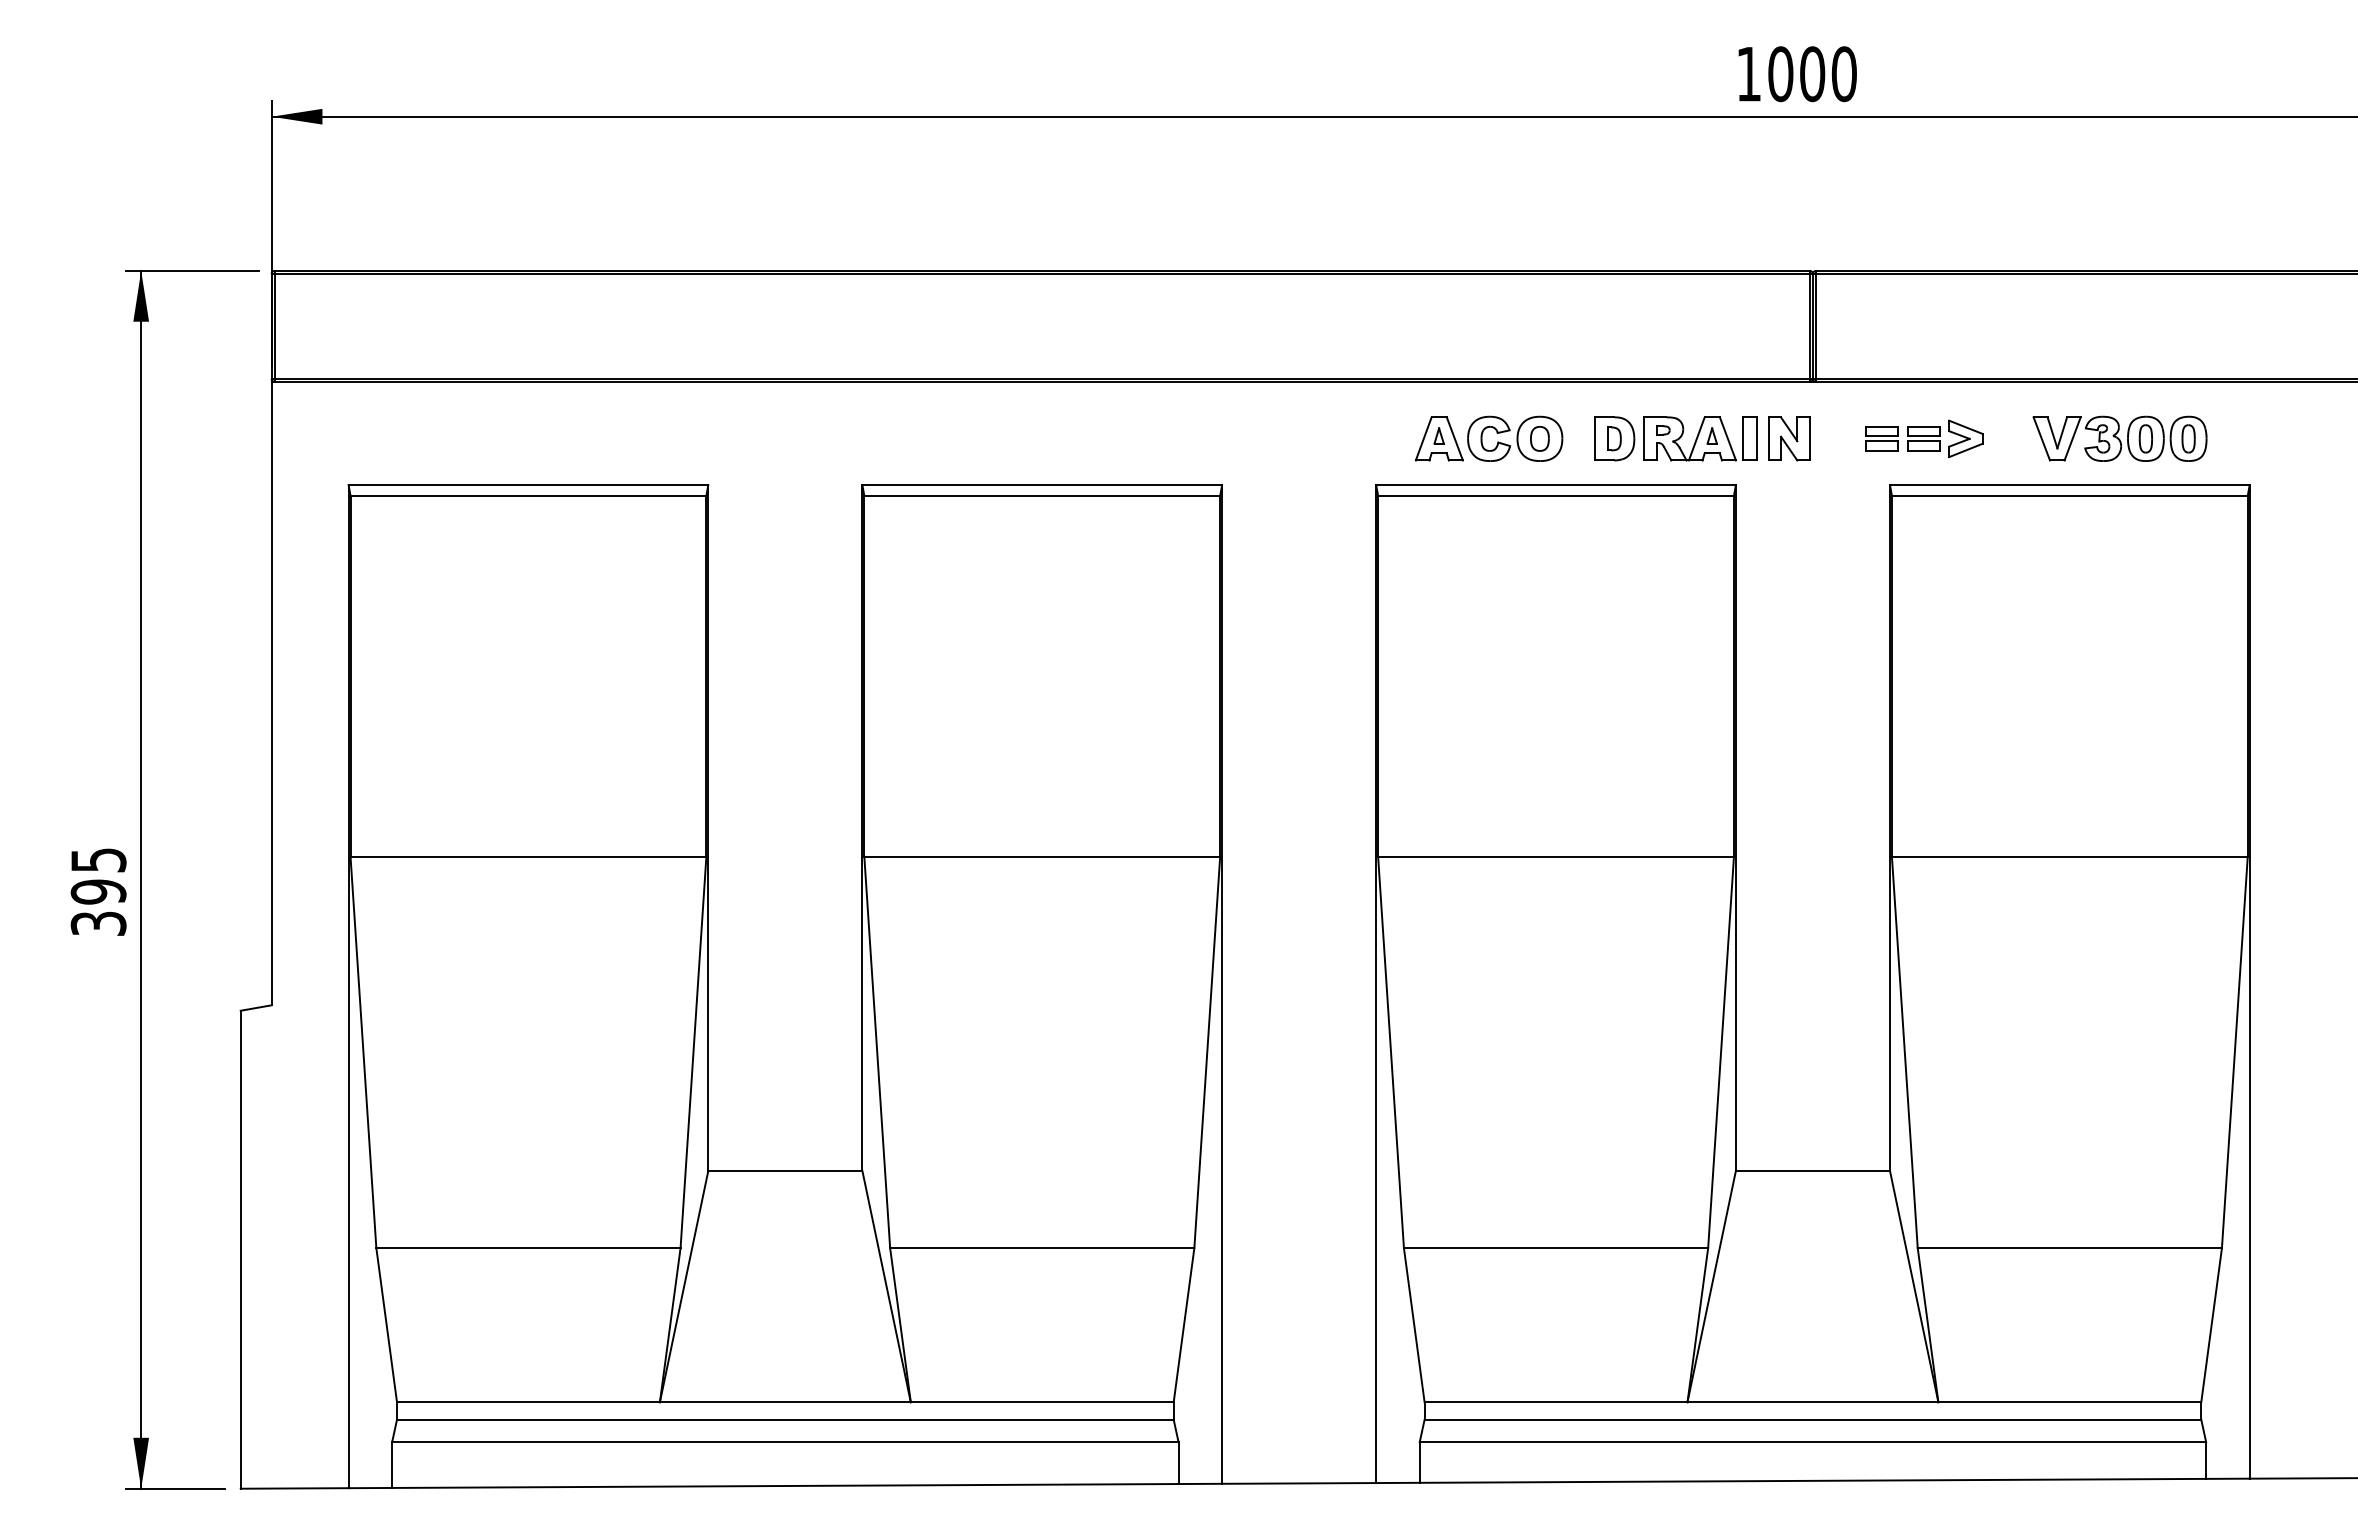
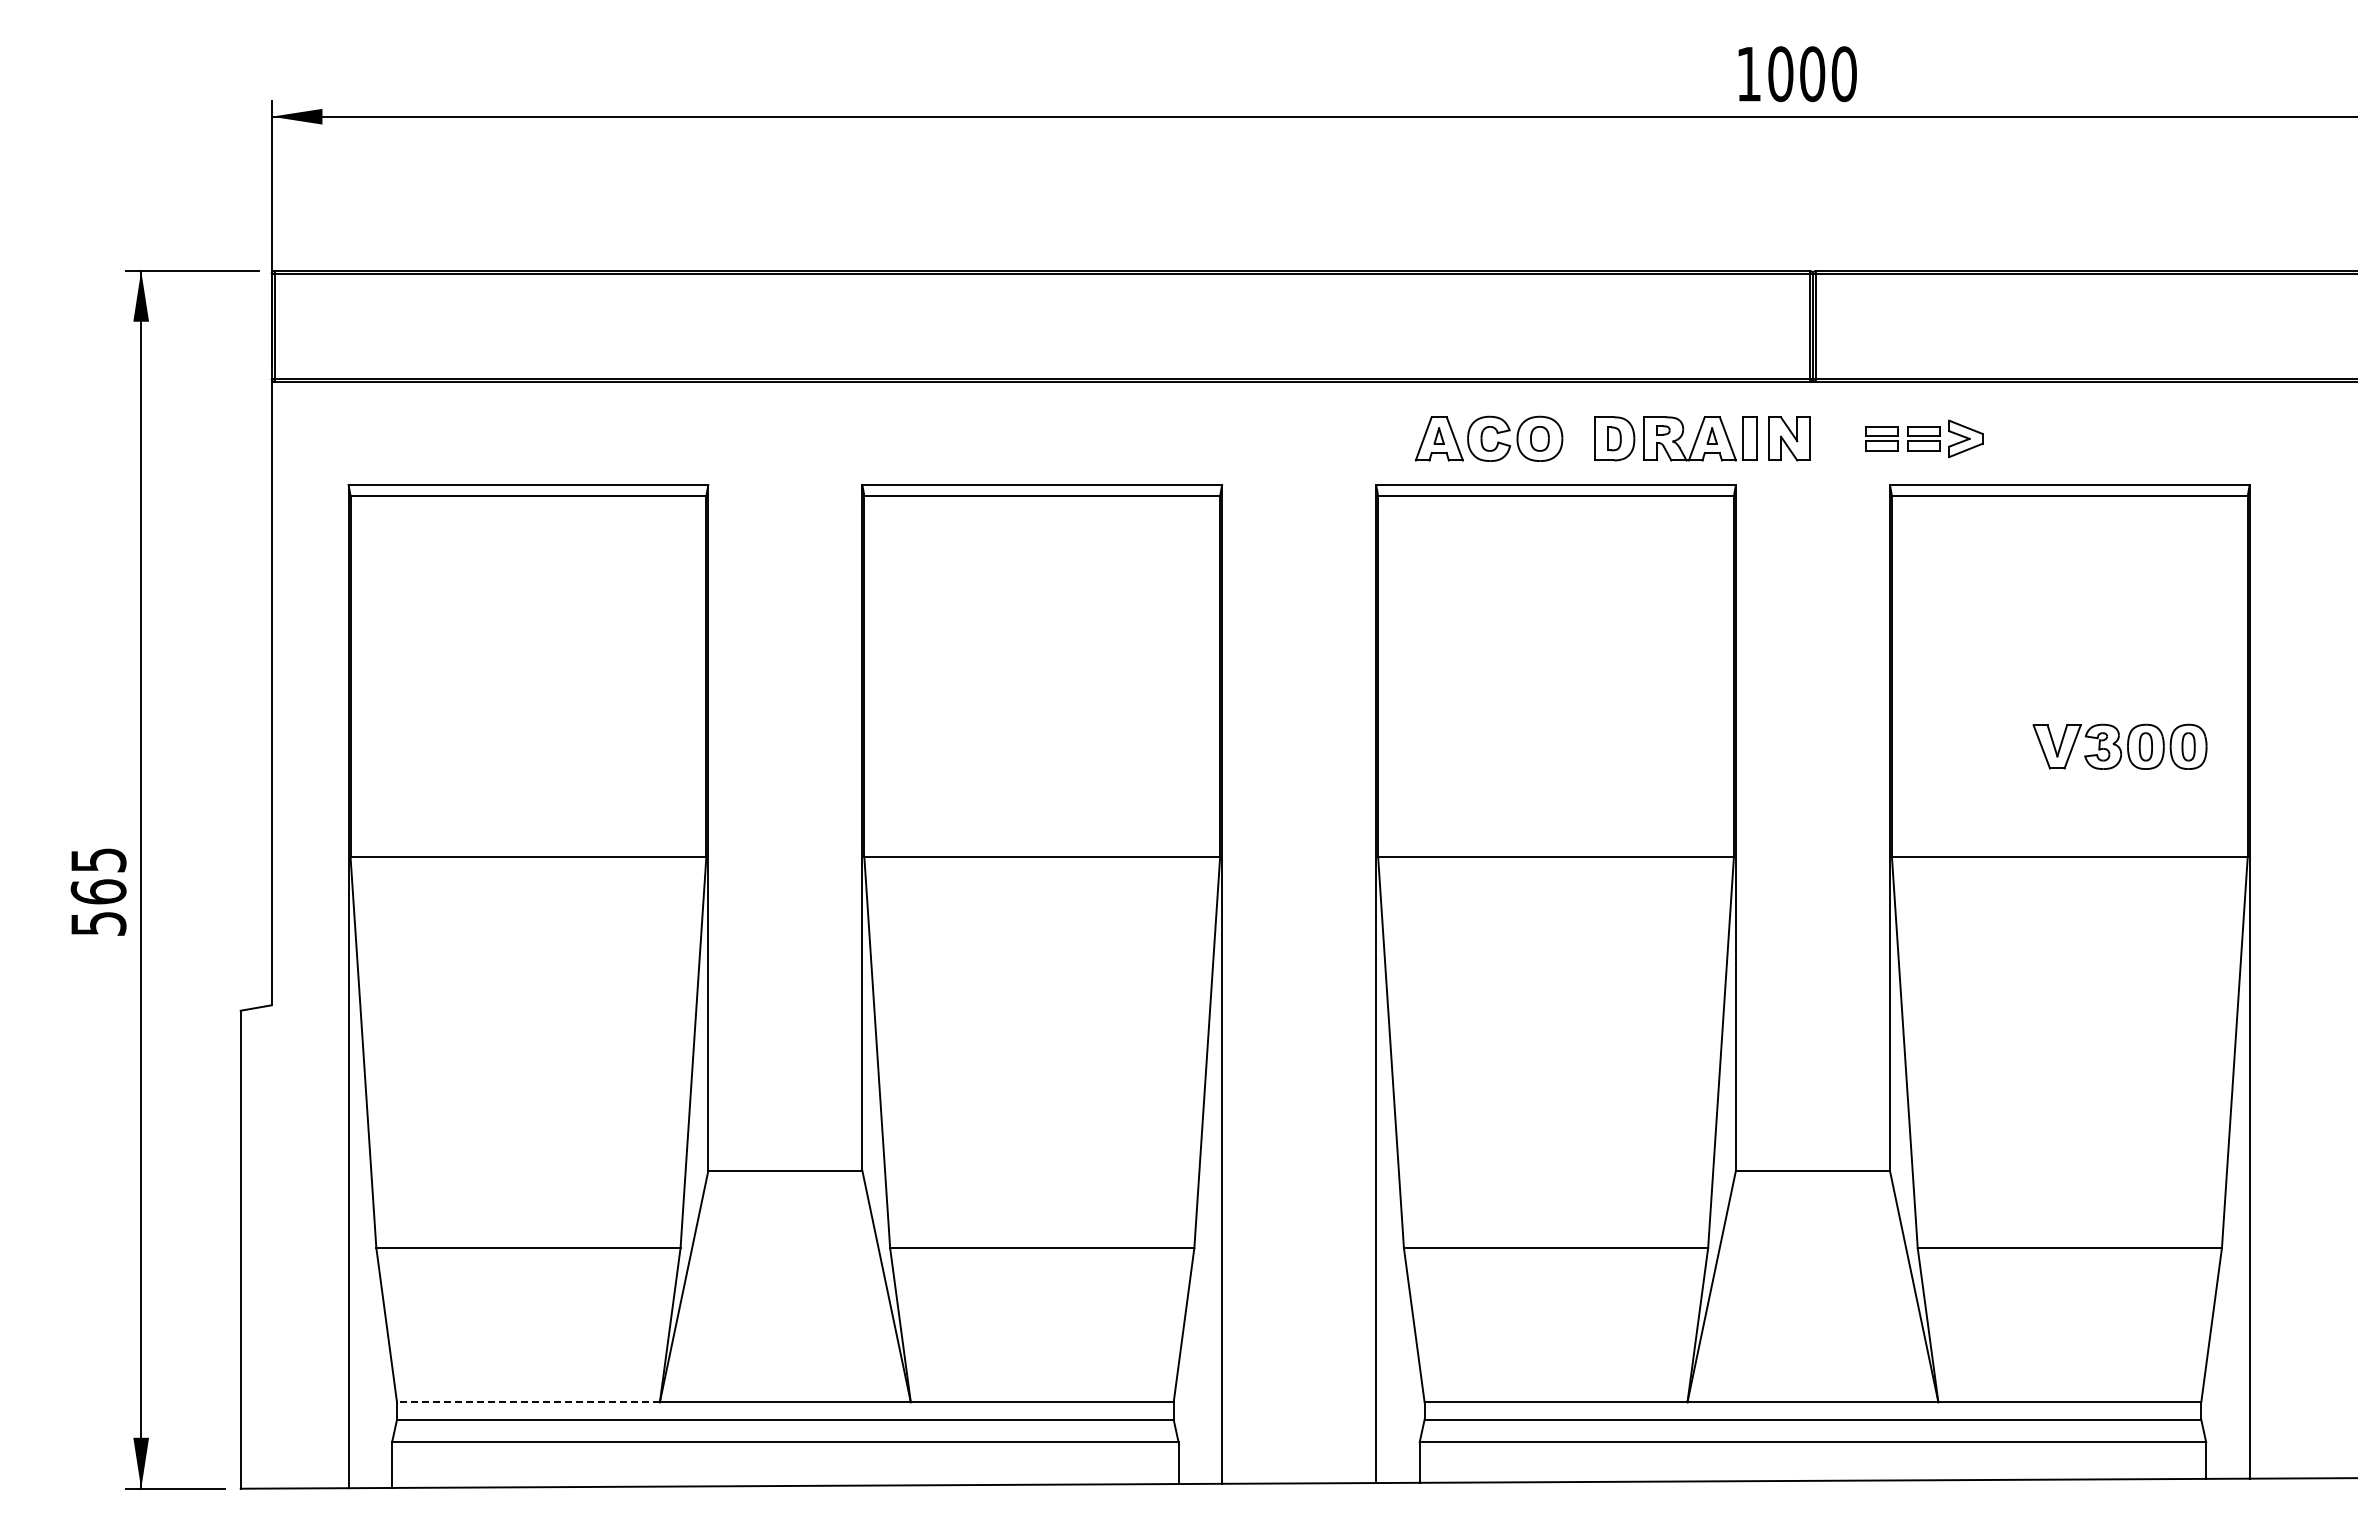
part at (2119, 438) position: (2119, 438) -> (2119, 746)
text at (98, 907): 395 -> 565
line at (527, 1402): solid -> dashed
